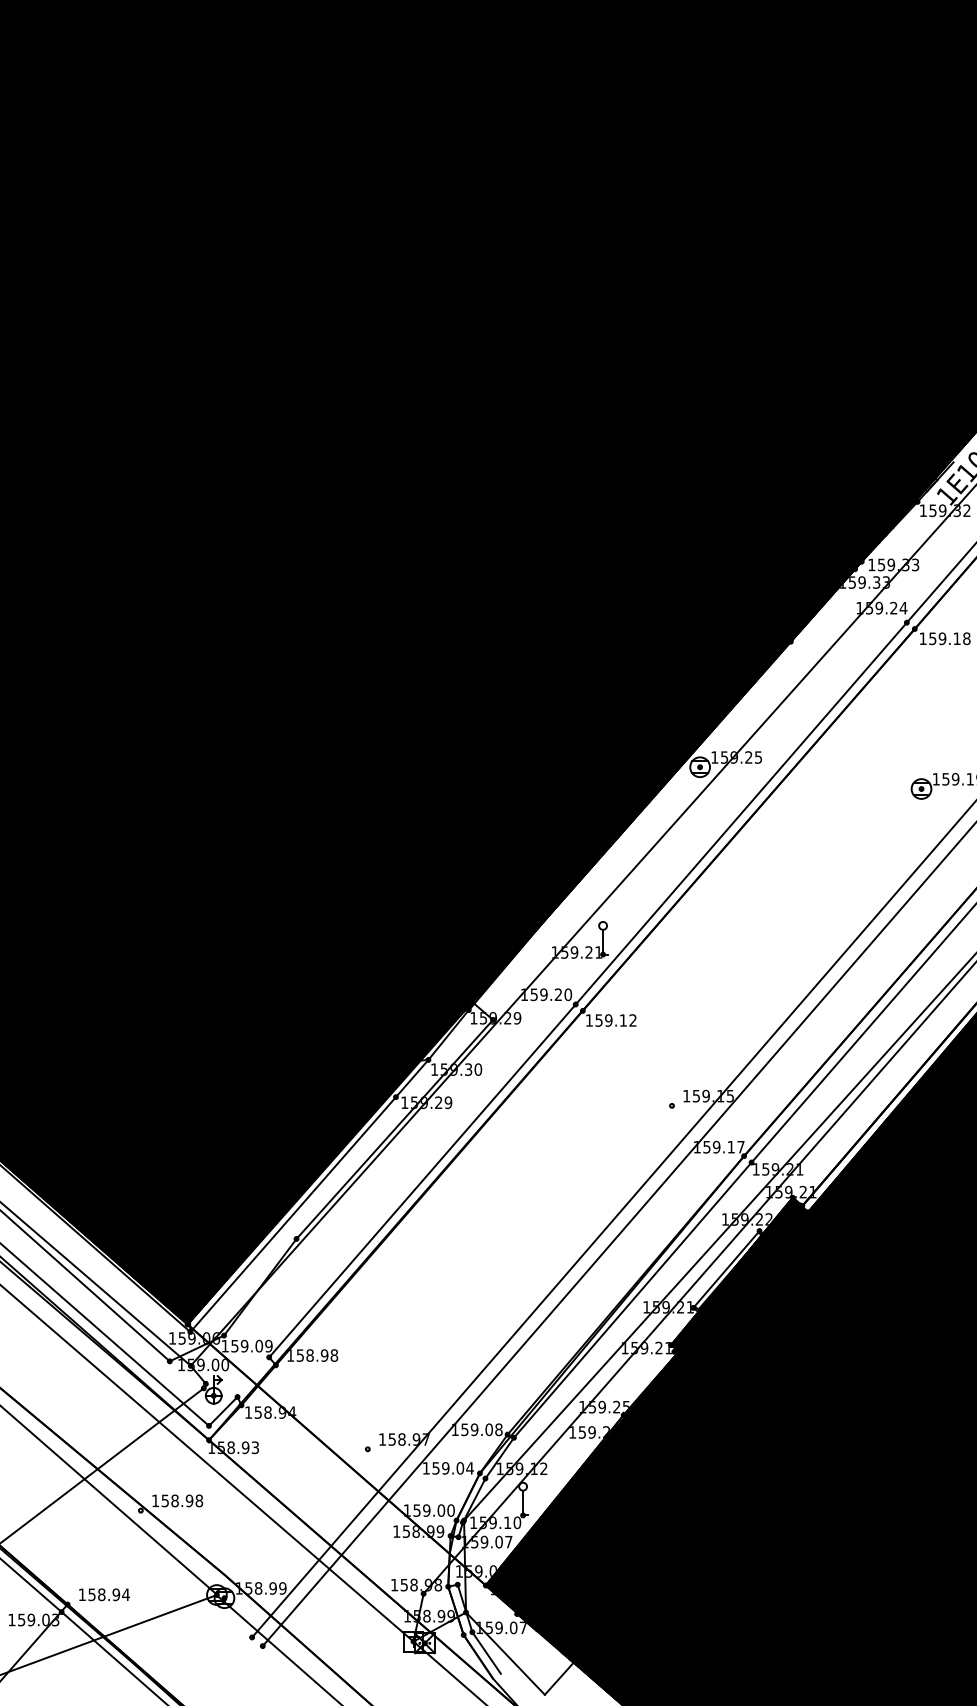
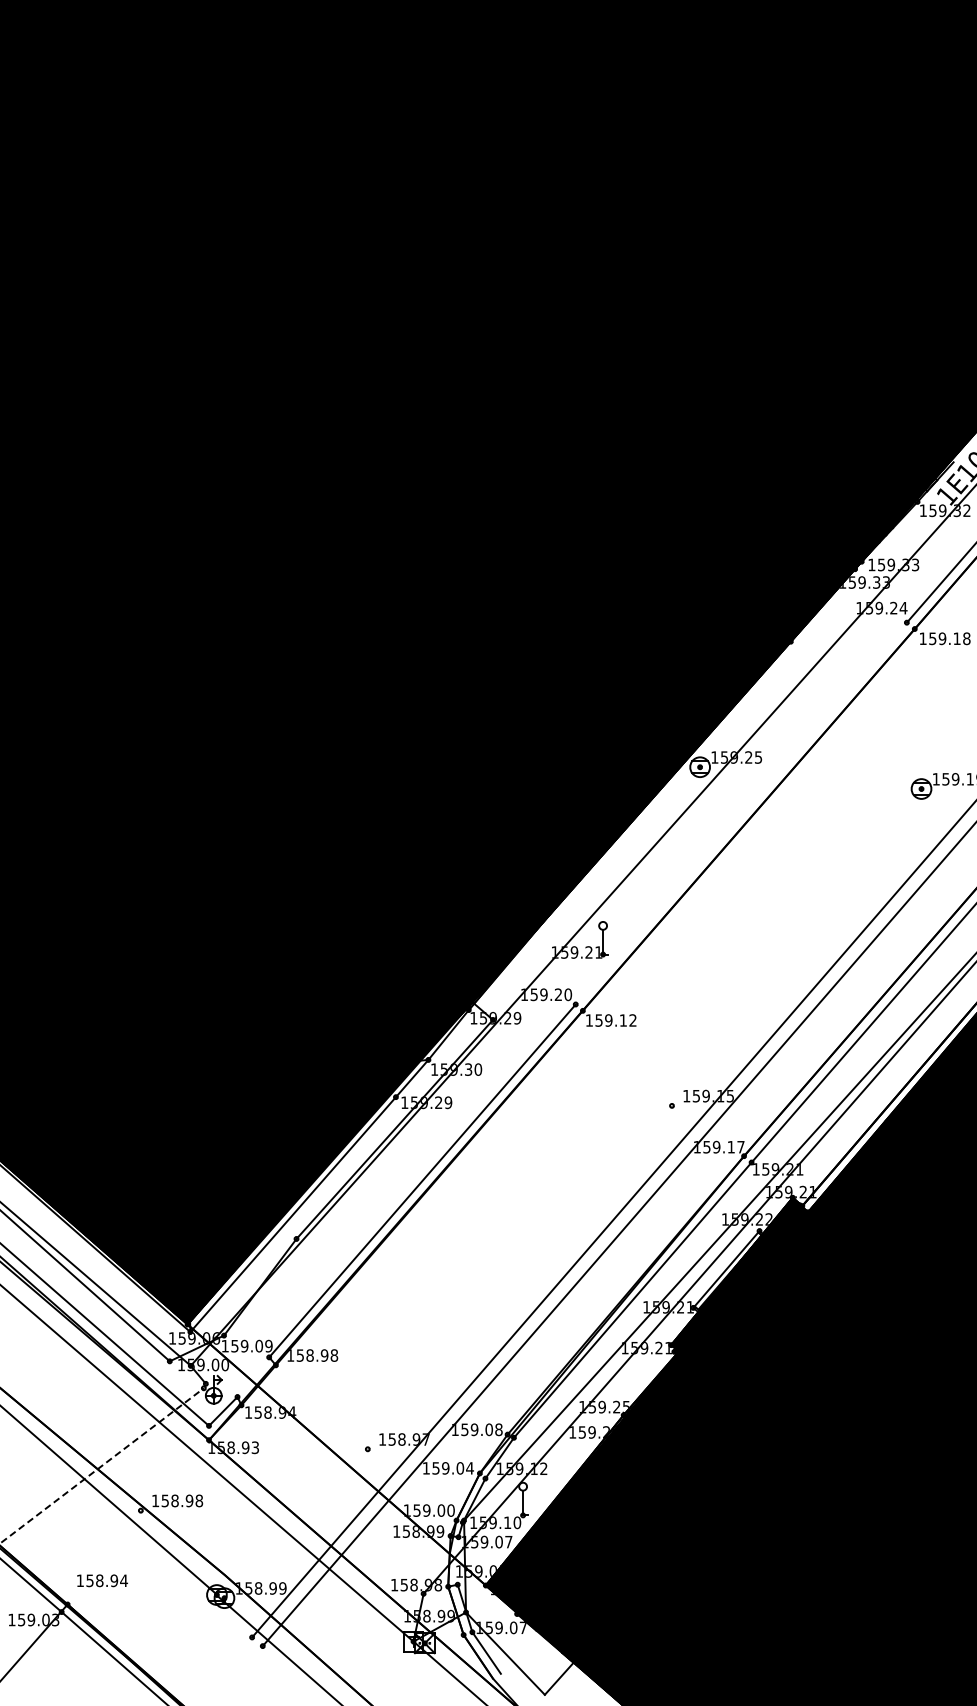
line at (740, 813): present -> none
line at (102, 1465): solid -> dashed
text at (104, 1594) position: (104, 1594) -> (102, 1580)
line at (109, 1634): present -> none
